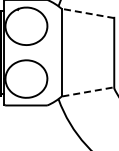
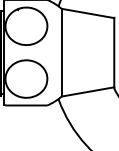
line at (87, 13): dashed -> solid
line at (88, 91): dashed -> solid
